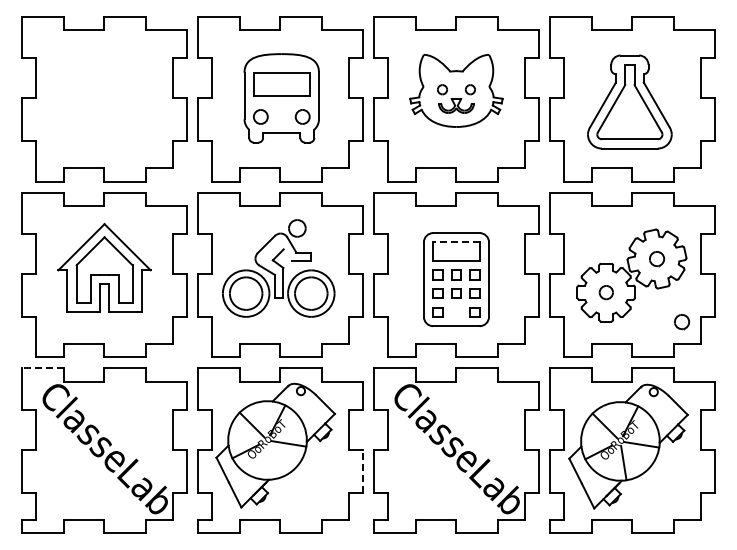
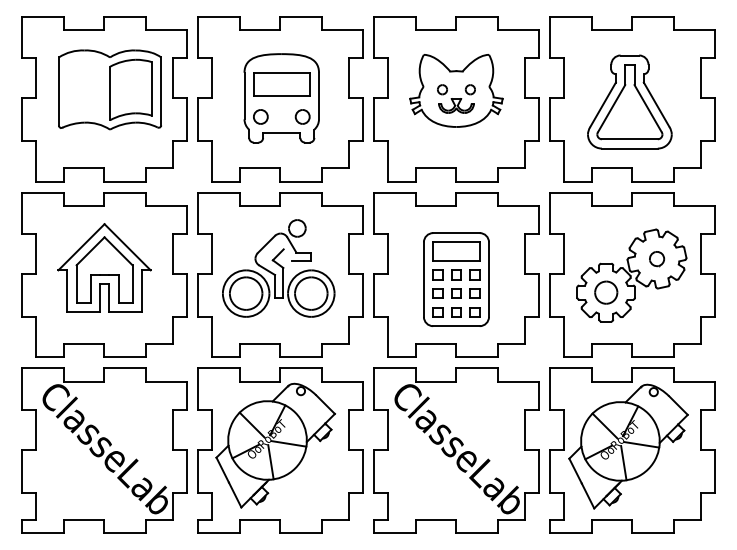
part at (109, 89): none -> present
line at (455, 242): dashed -> solid
part at (605, 292) size: 16x16 px -> 25x25 px
part at (456, 312): none -> present
part at (682, 322): present -> none
line at (43, 368): dashed -> solid
line at (270, 462): none -> present
line at (363, 471): dashed -> solid
